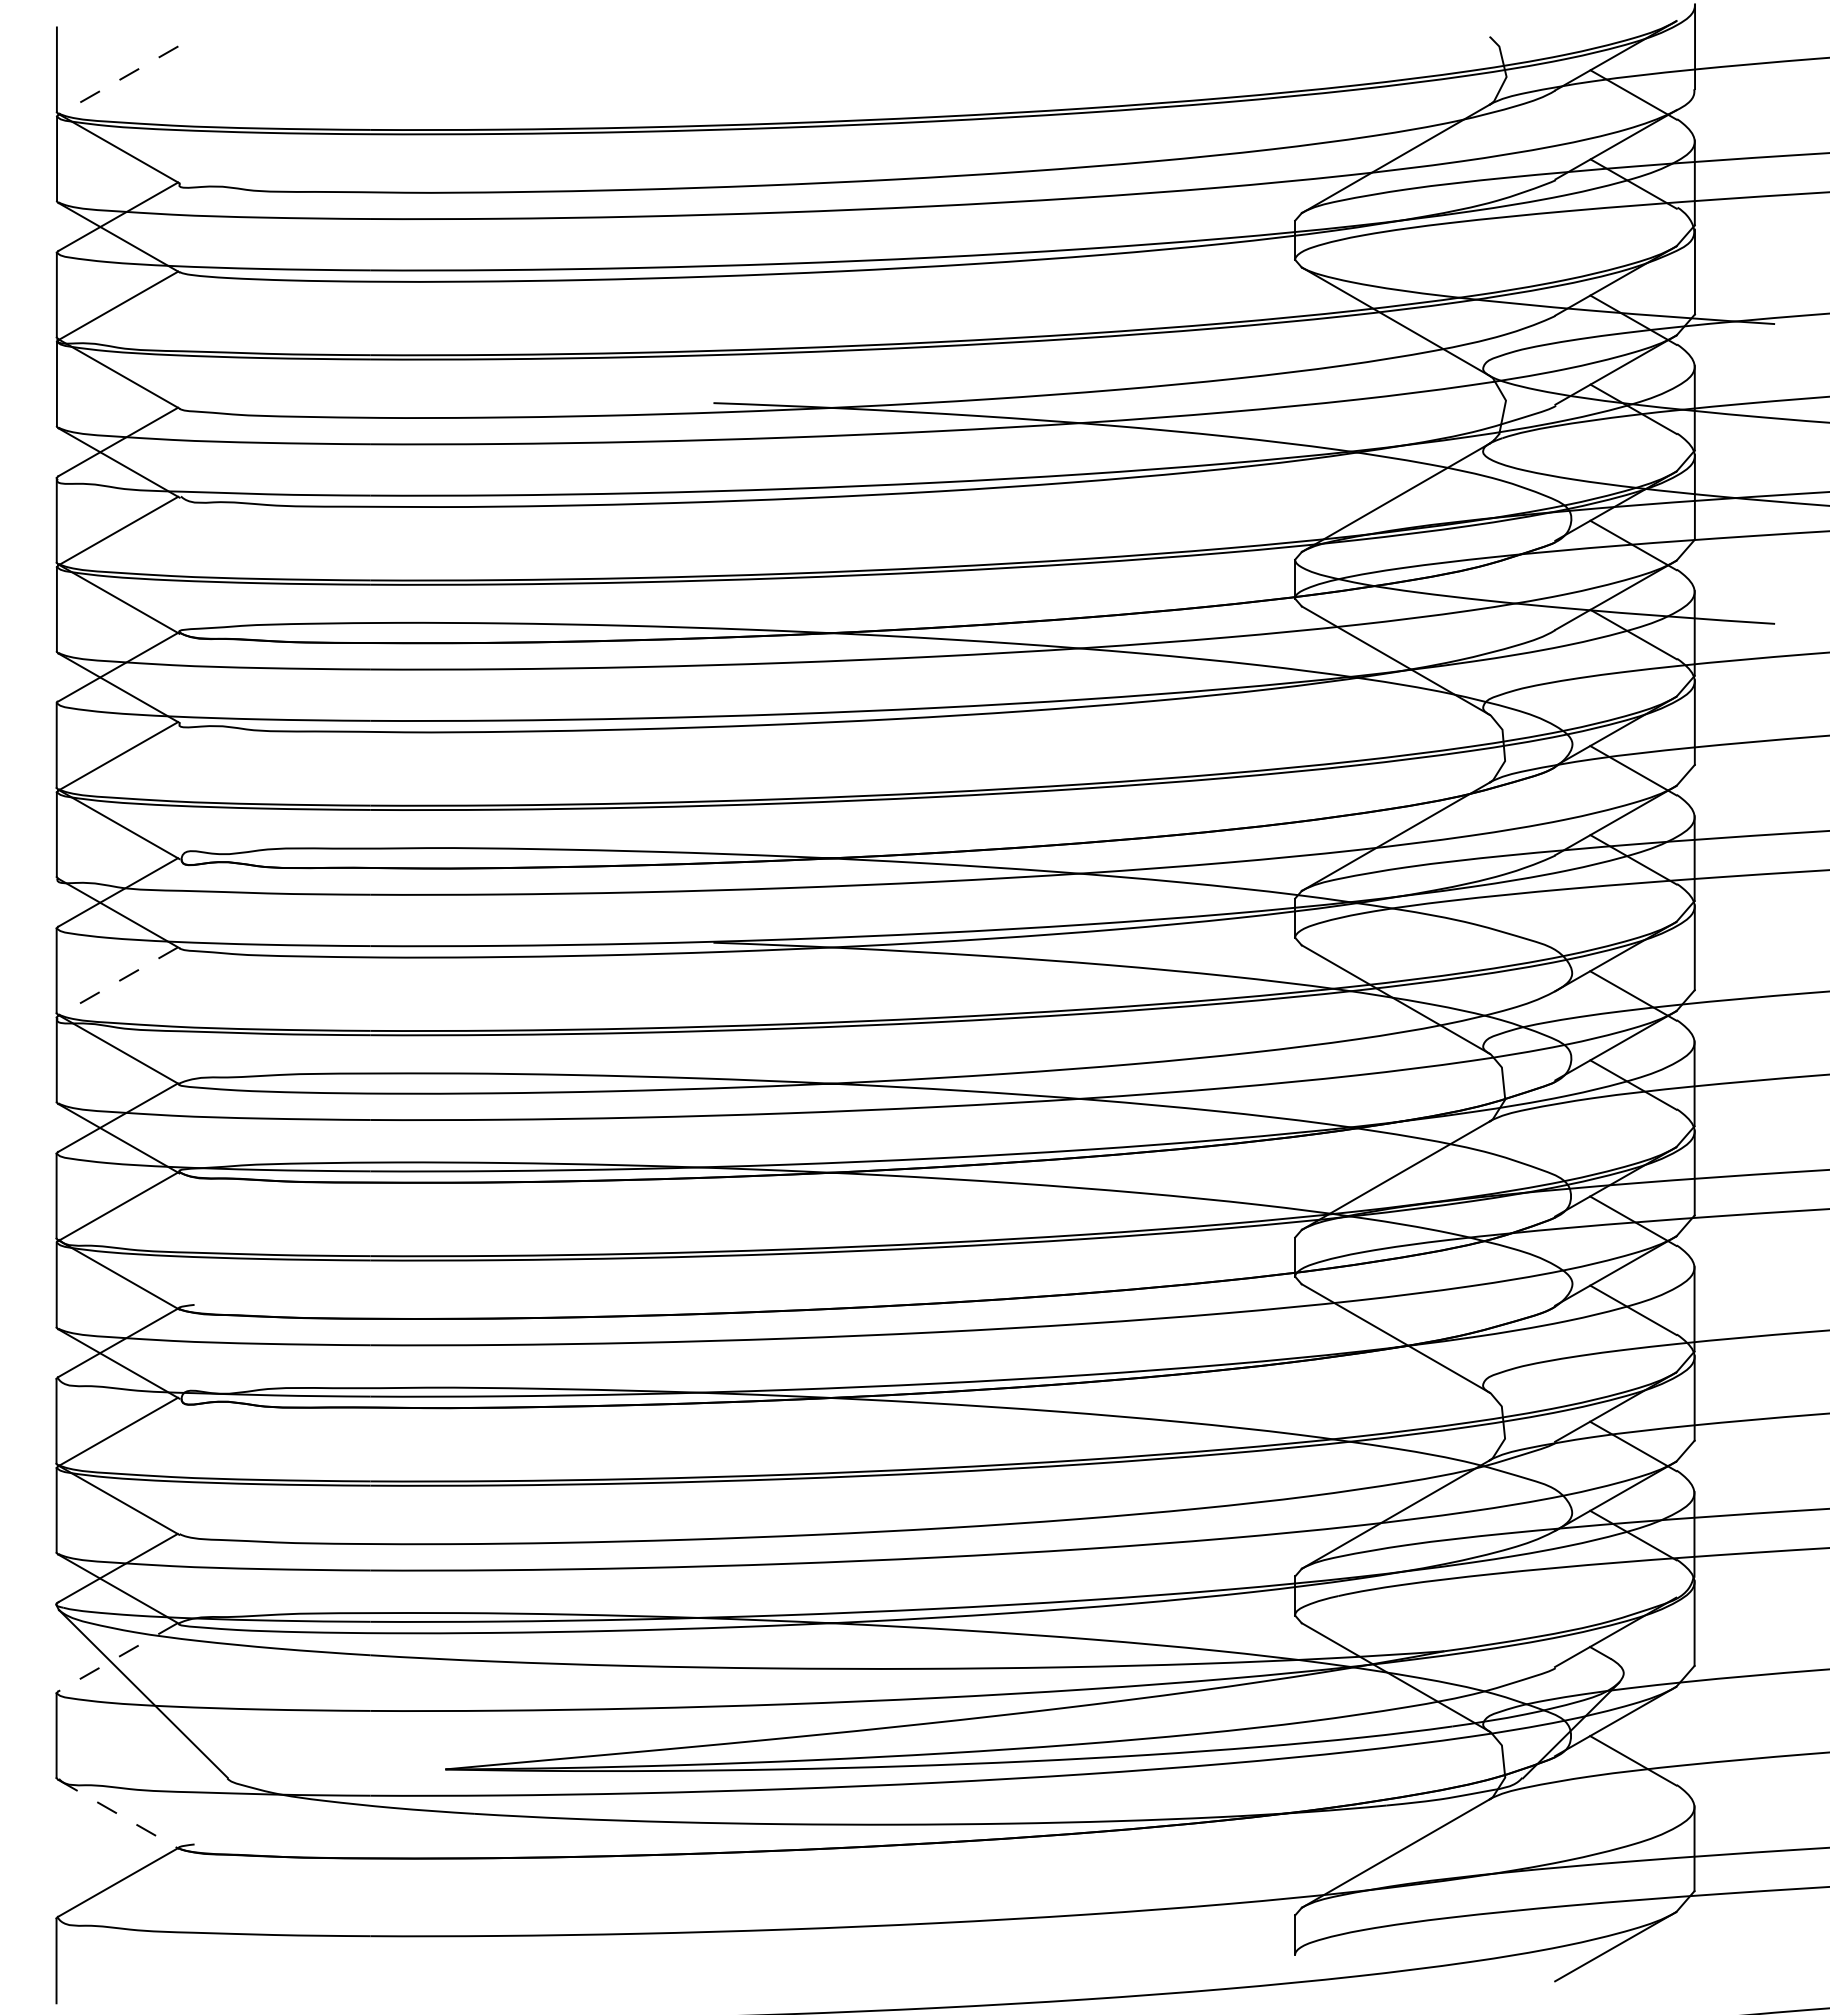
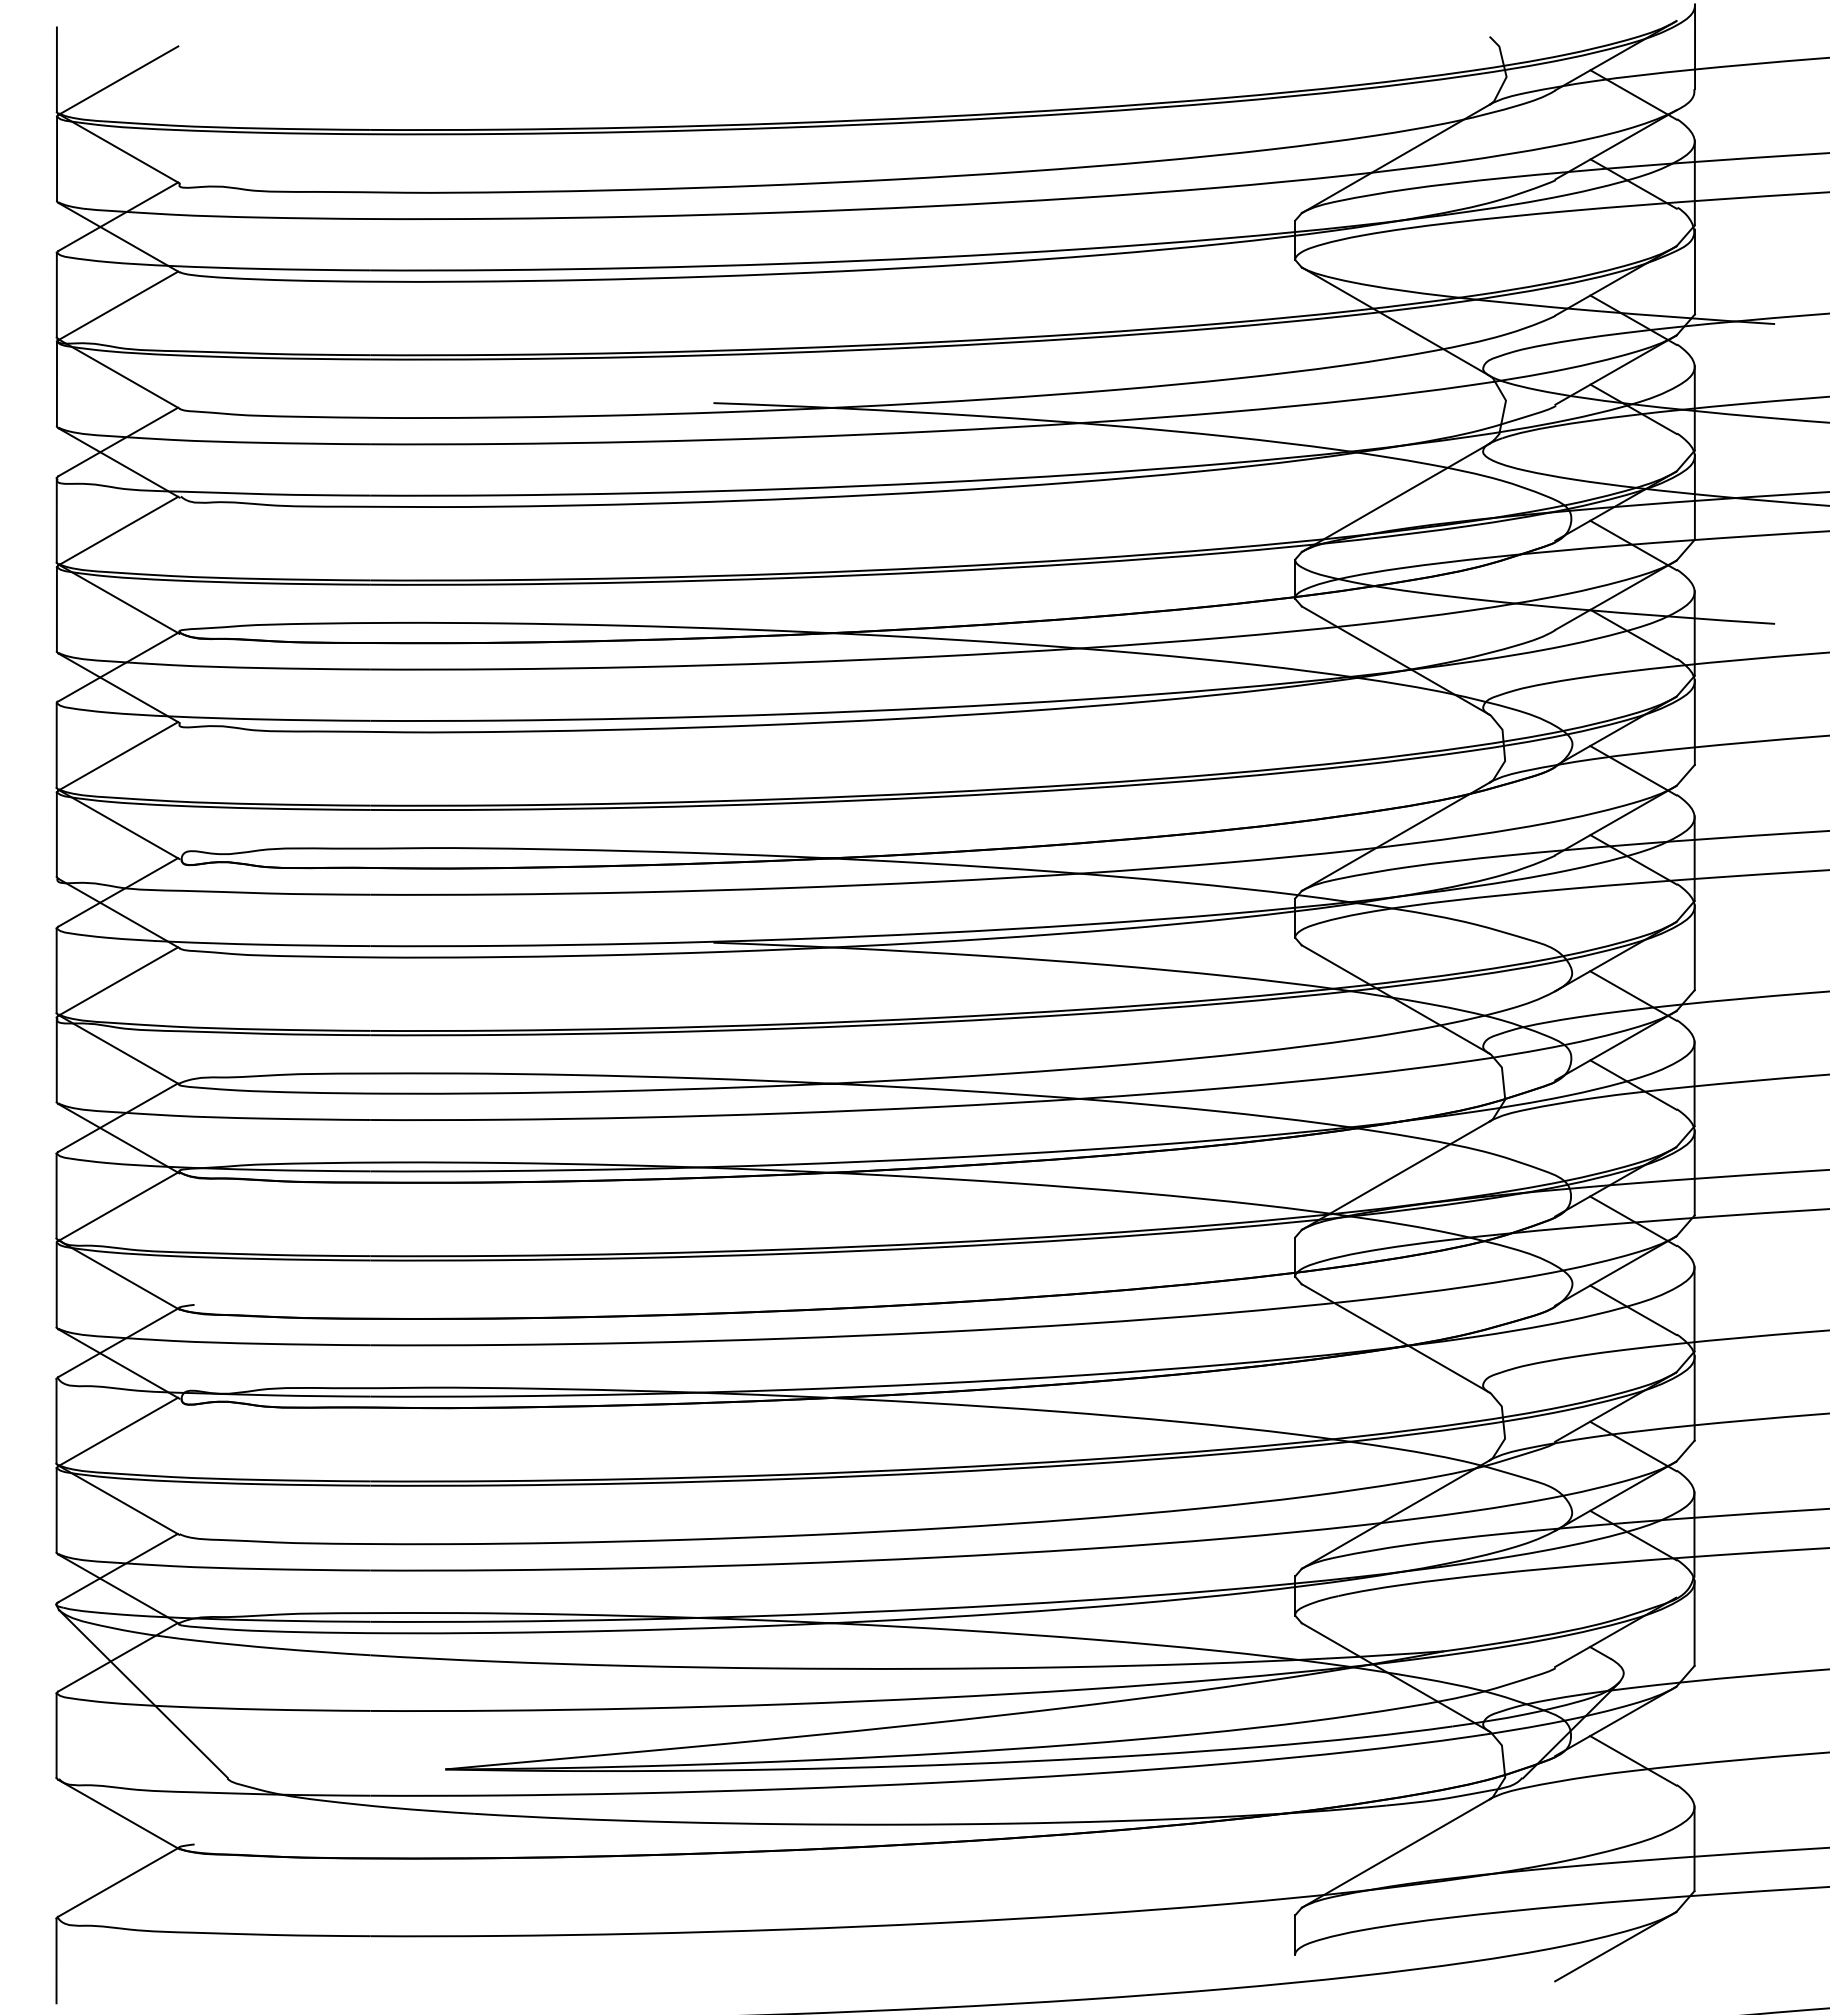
line at (117, 80): dashed -> solid
line at (117, 981): dashed -> solid
line at (117, 1657): dashed -> solid
line at (118, 1814): dashed -> solid
